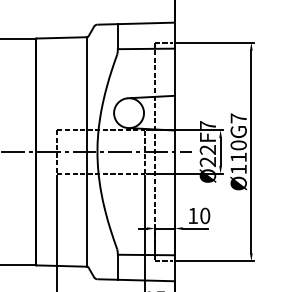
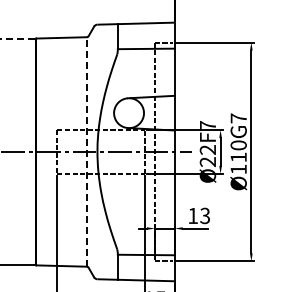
line at (17, 38): solid -> dashed
line at (86, 151): solid -> dashed
text at (205, 215): 10 -> 13
